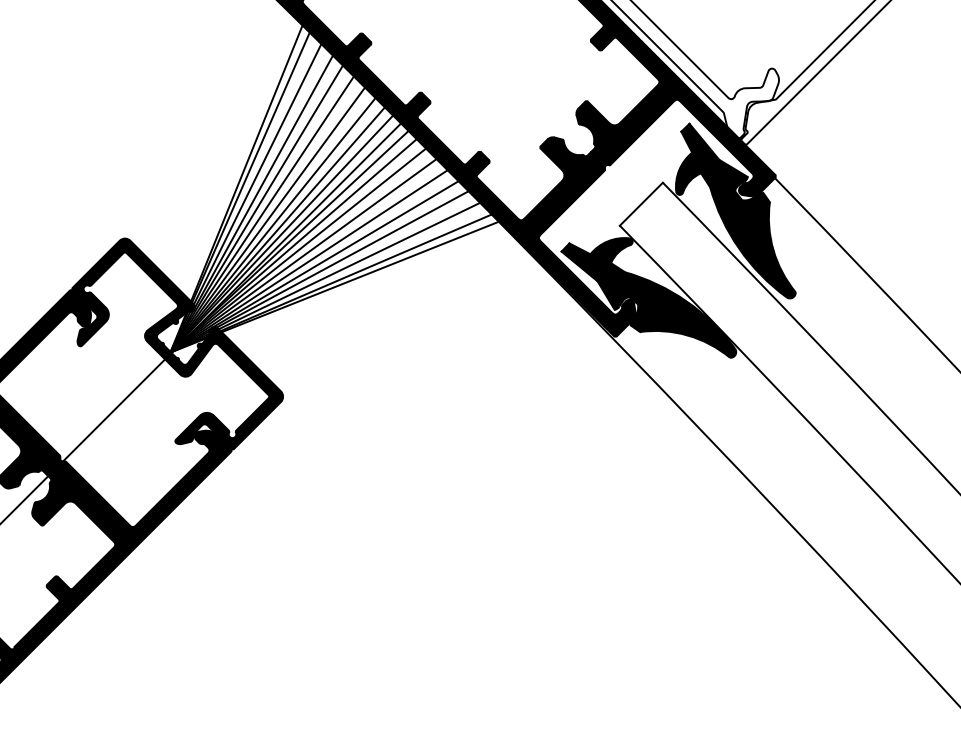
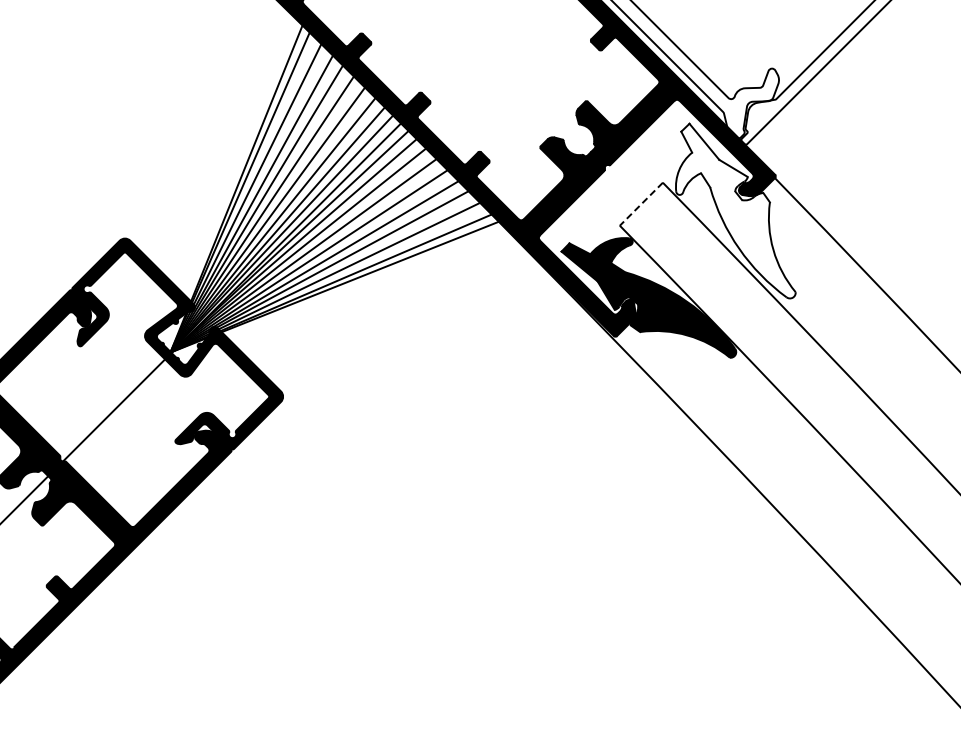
line at (641, 204): solid -> dashed
fill at (735, 210): present -> none
